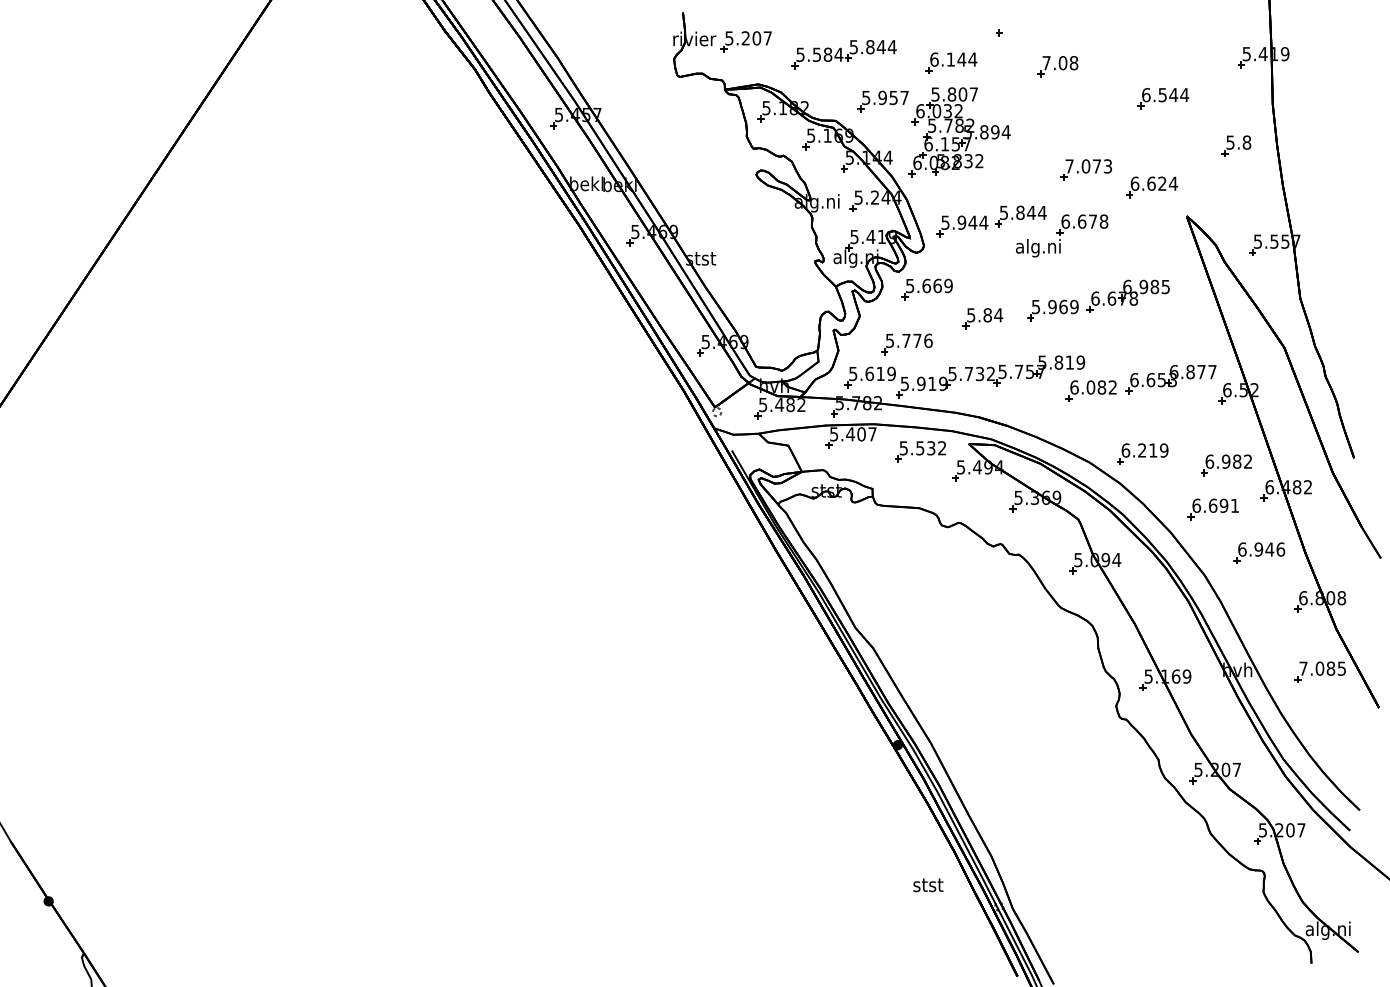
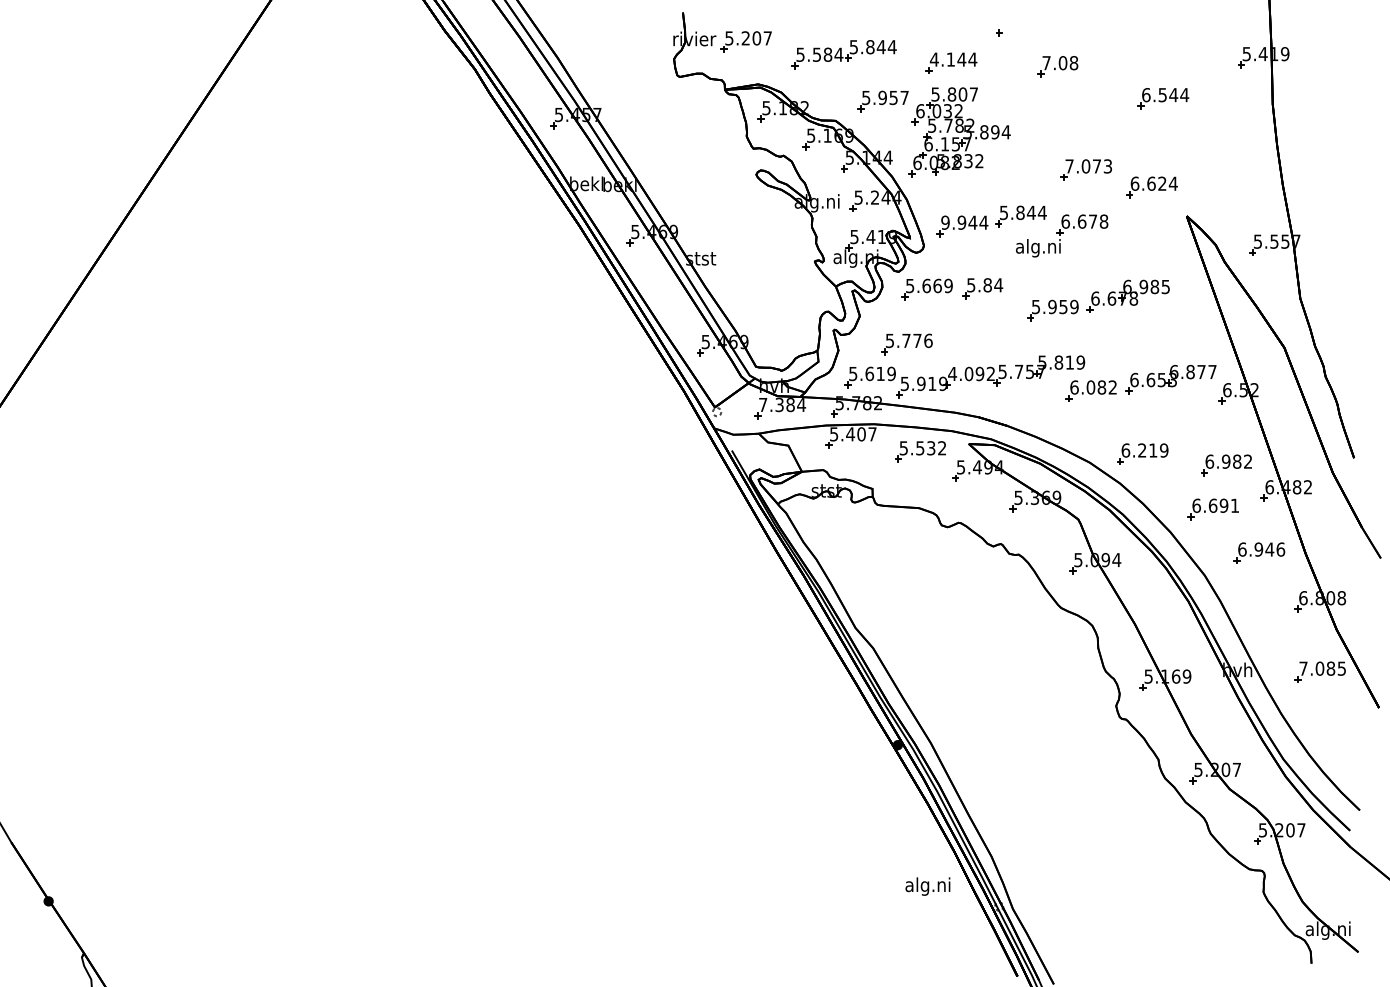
text at (933, 59): 6.144 -> 4.144
part at (1236, 145): present -> none
text at (945, 222): 5.944 -> 9.944
text at (1063, 306): 5.969 -> 5.959
part at (982, 318) position: (982, 318) -> (982, 288)
text at (966, 373): 5.732 -> 4.092
text at (782, 404): 5.482 -> 7.384
text at (927, 886): stst -> alg.ni
